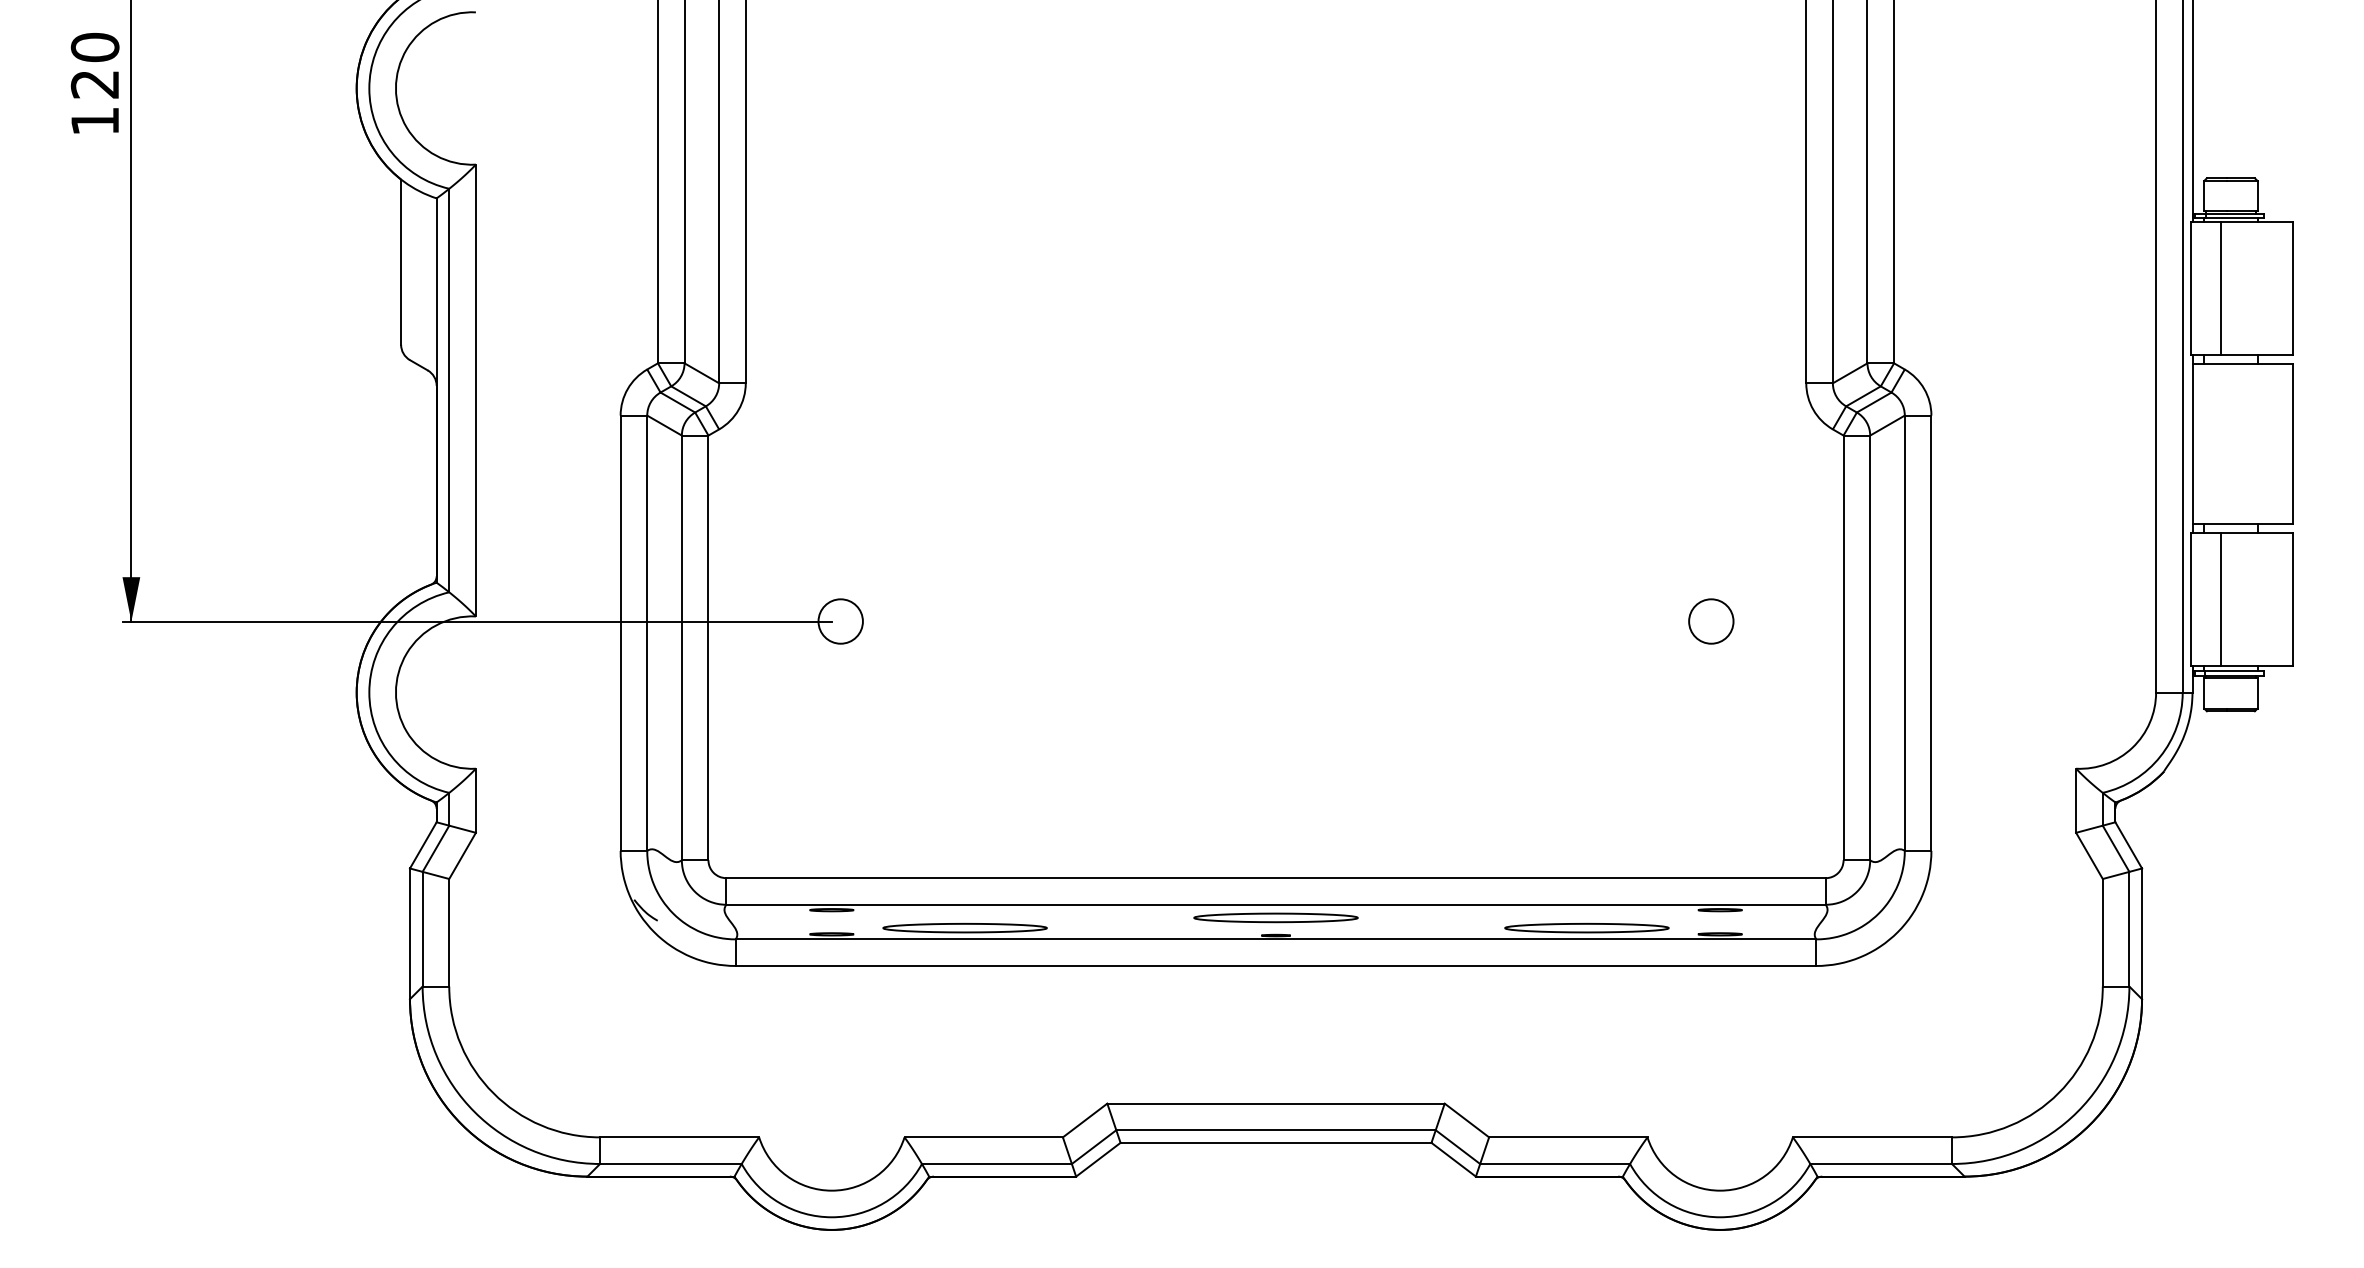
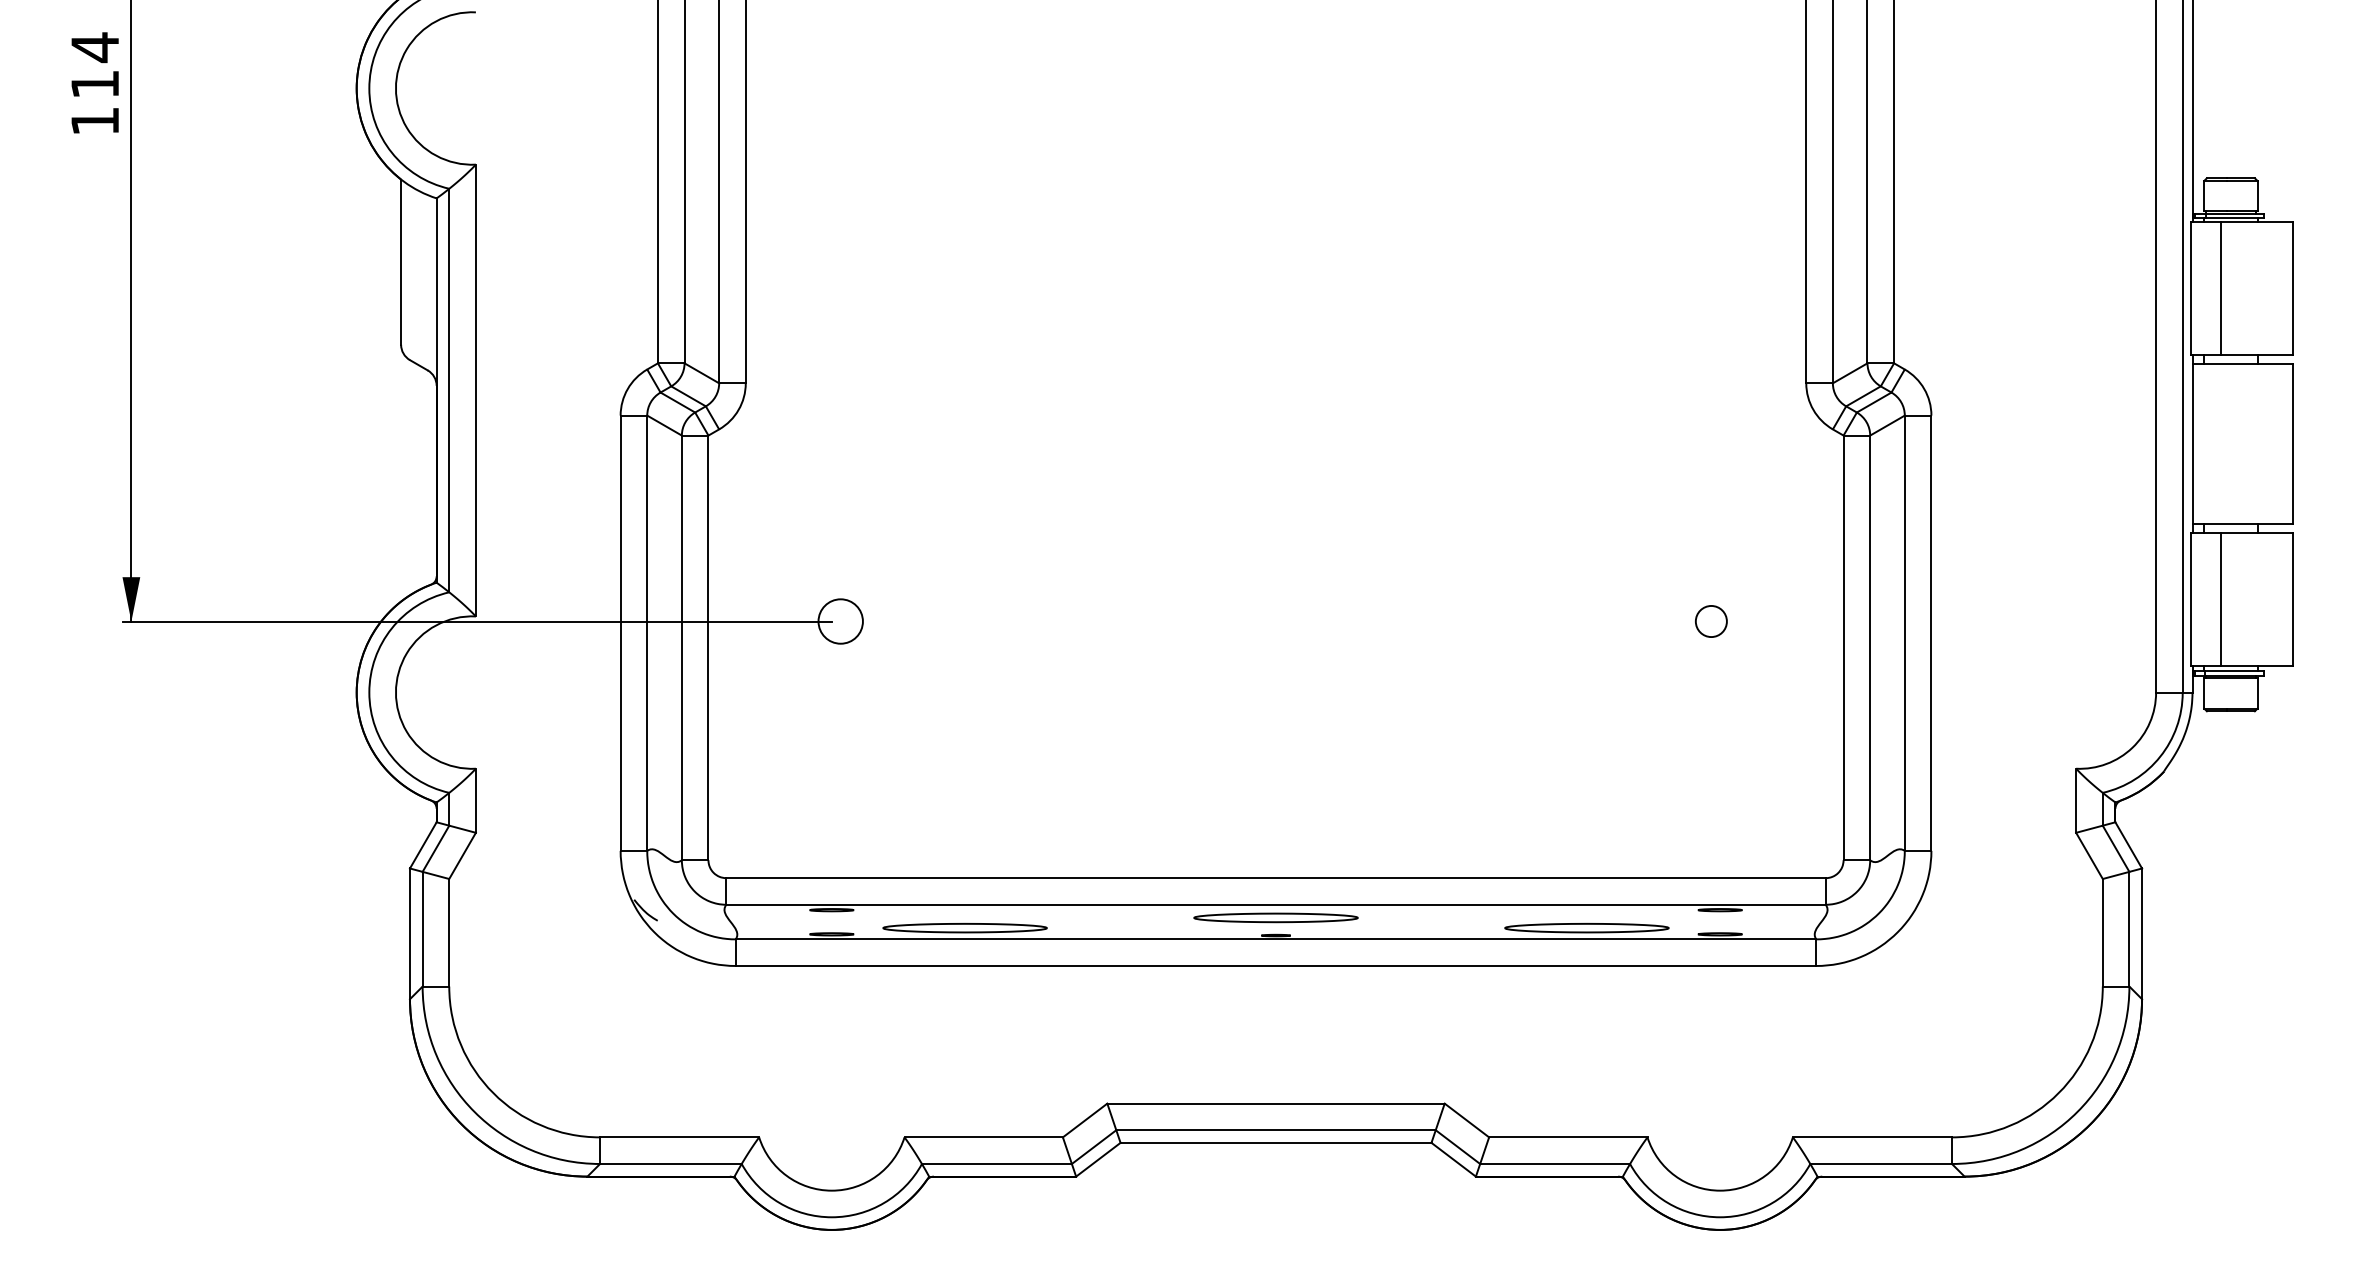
text at (94, 65): 120 -> 114
circle at (1711, 621) size: 47x47 px -> 33x33 px
